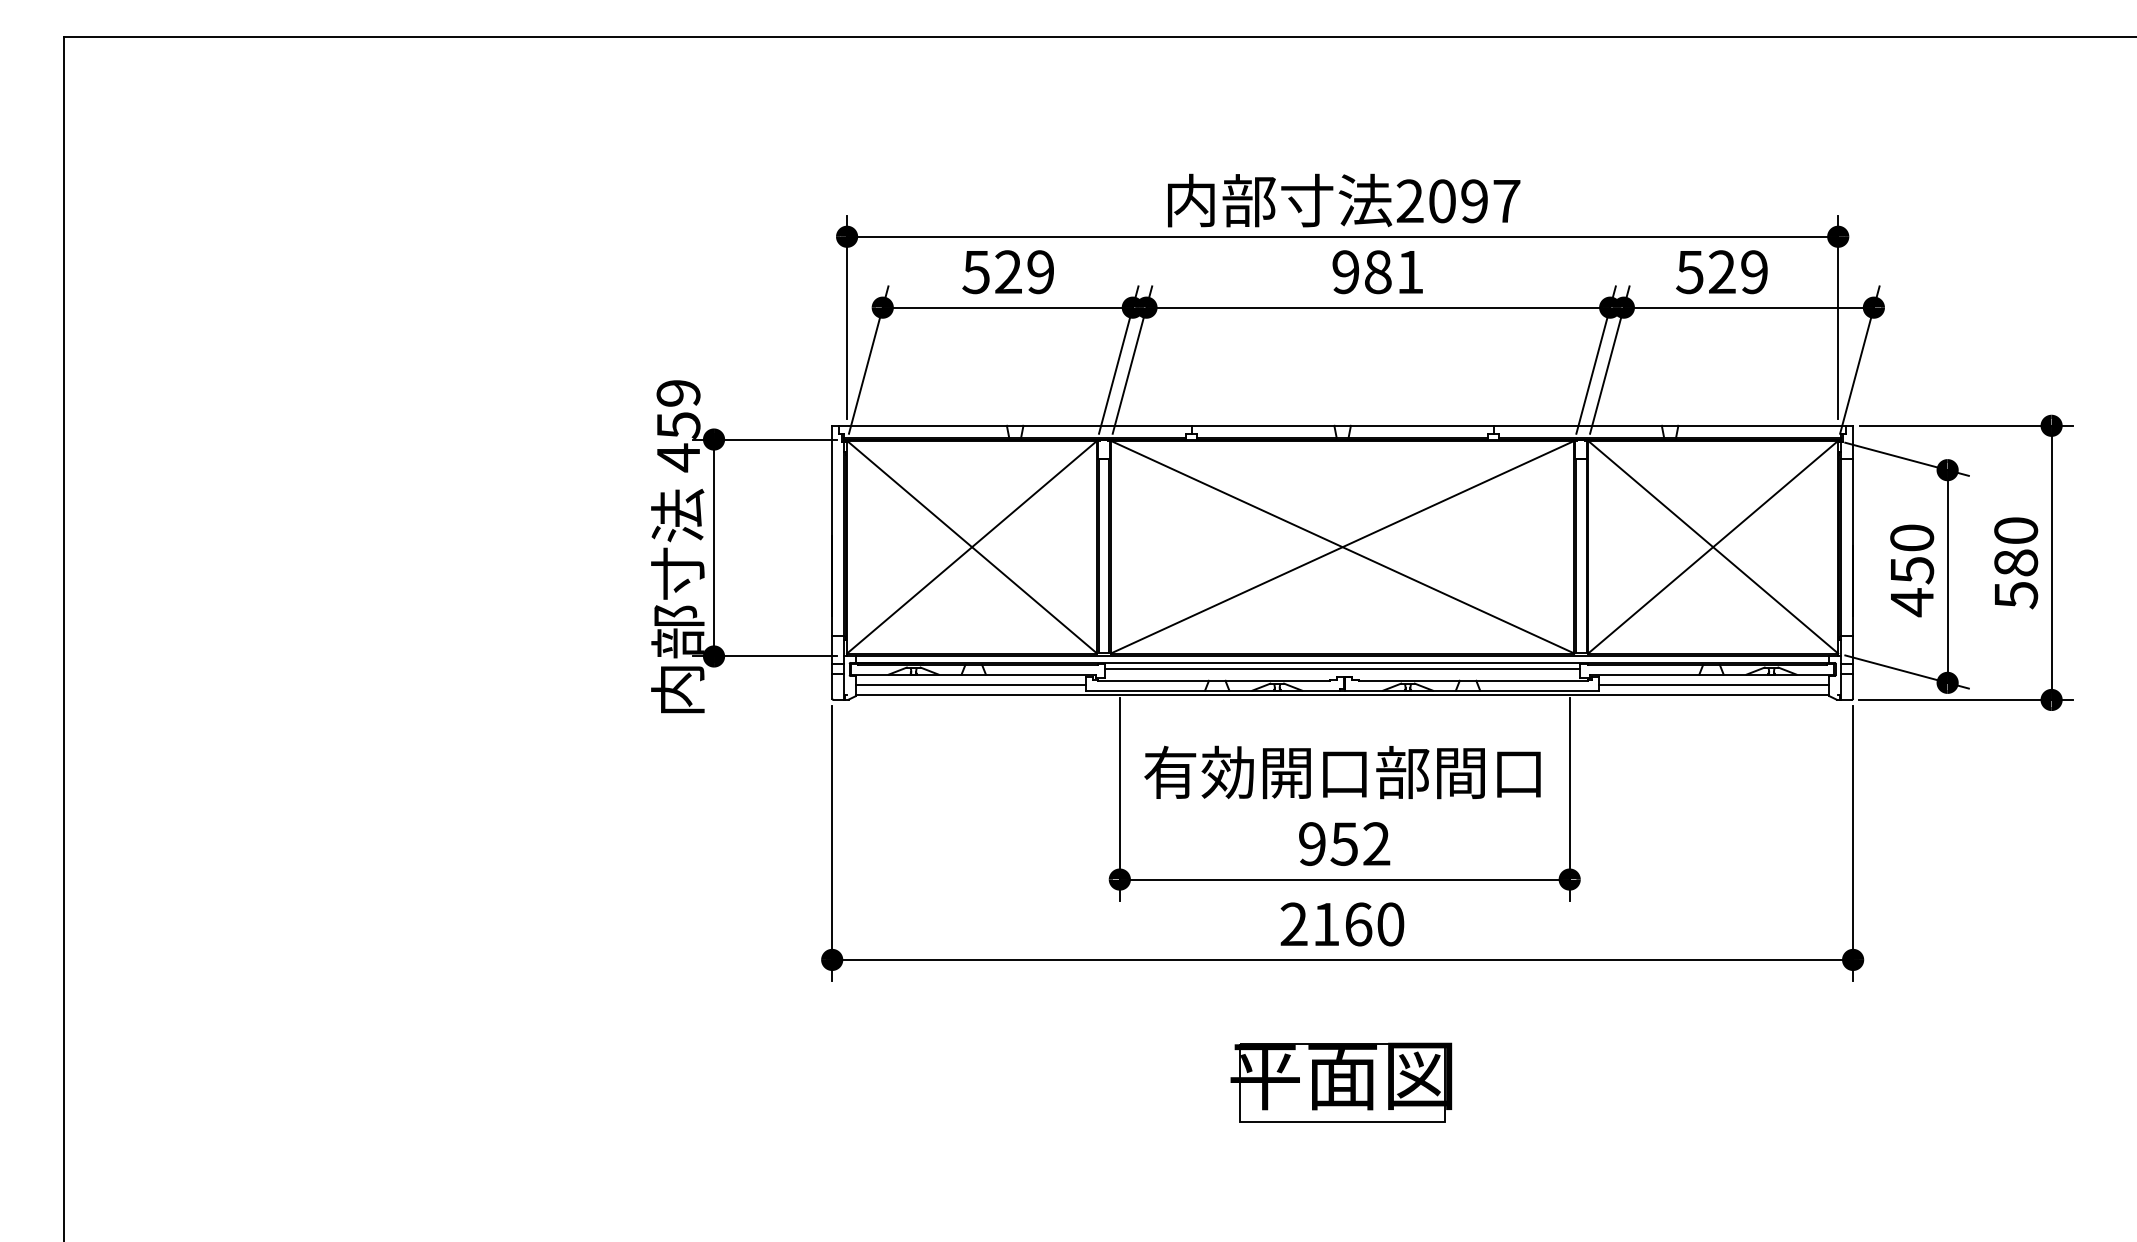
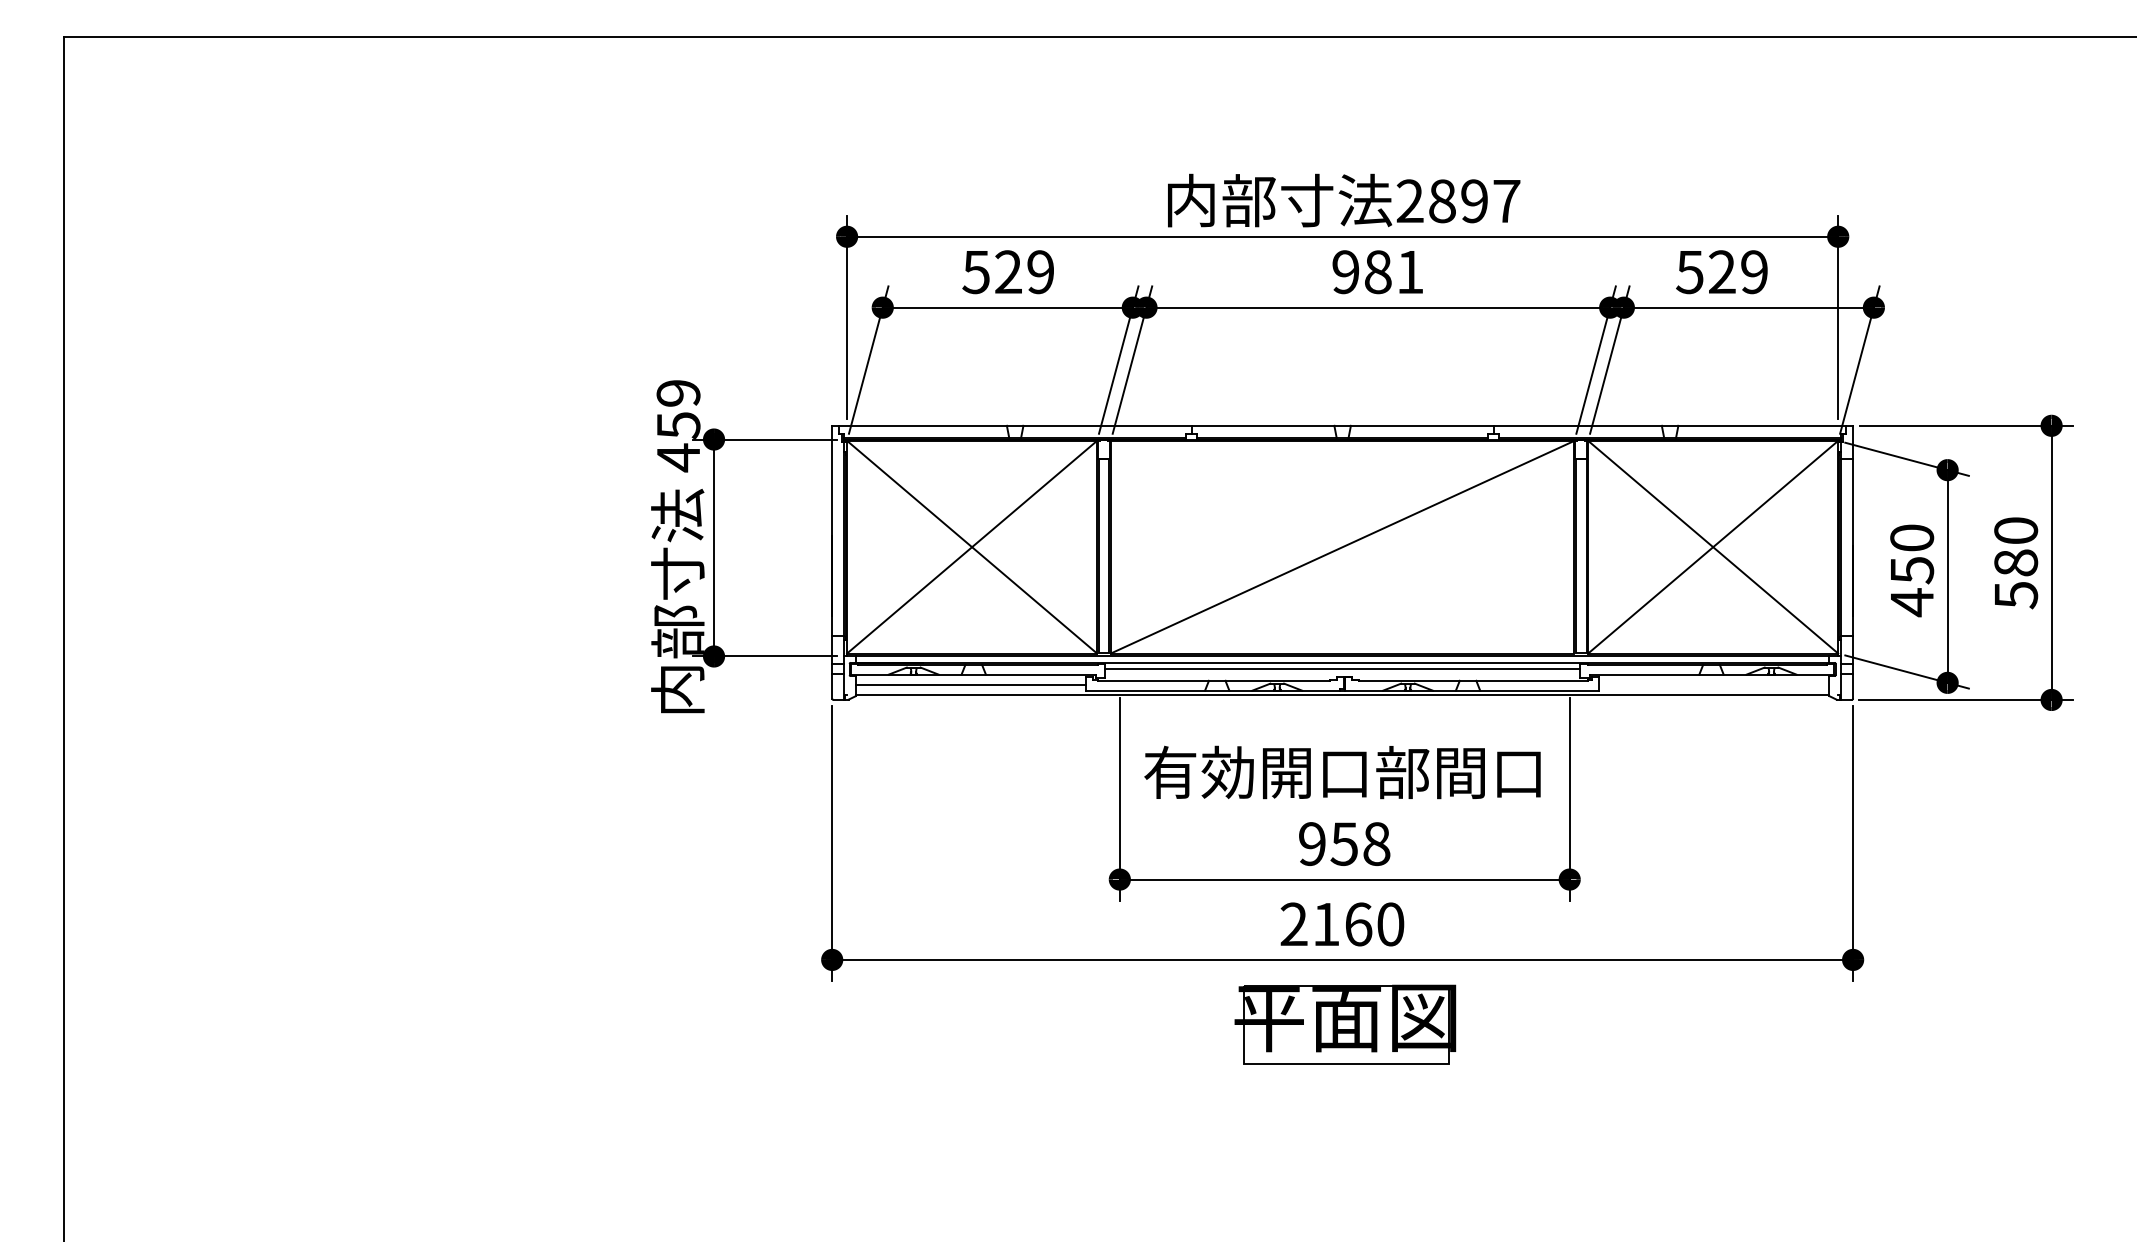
text at (1442, 201): 2097 -> 2897
line at (1342, 546): present -> none
line at (1714, 685): present -> none
text at (1376, 844): 952 -> 958
part at (1341, 1082) position: (1341, 1082) -> (1345, 1024)
